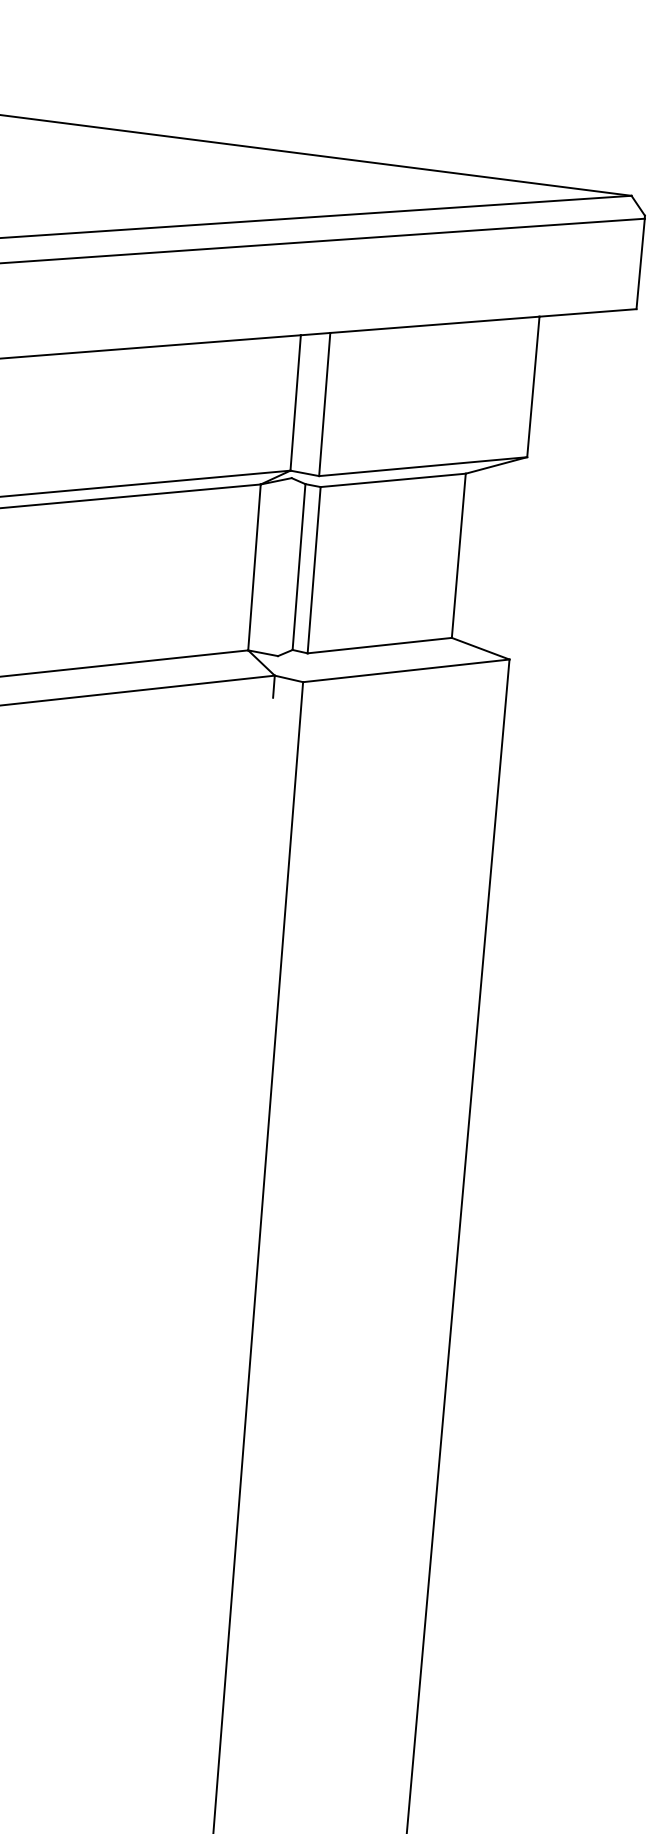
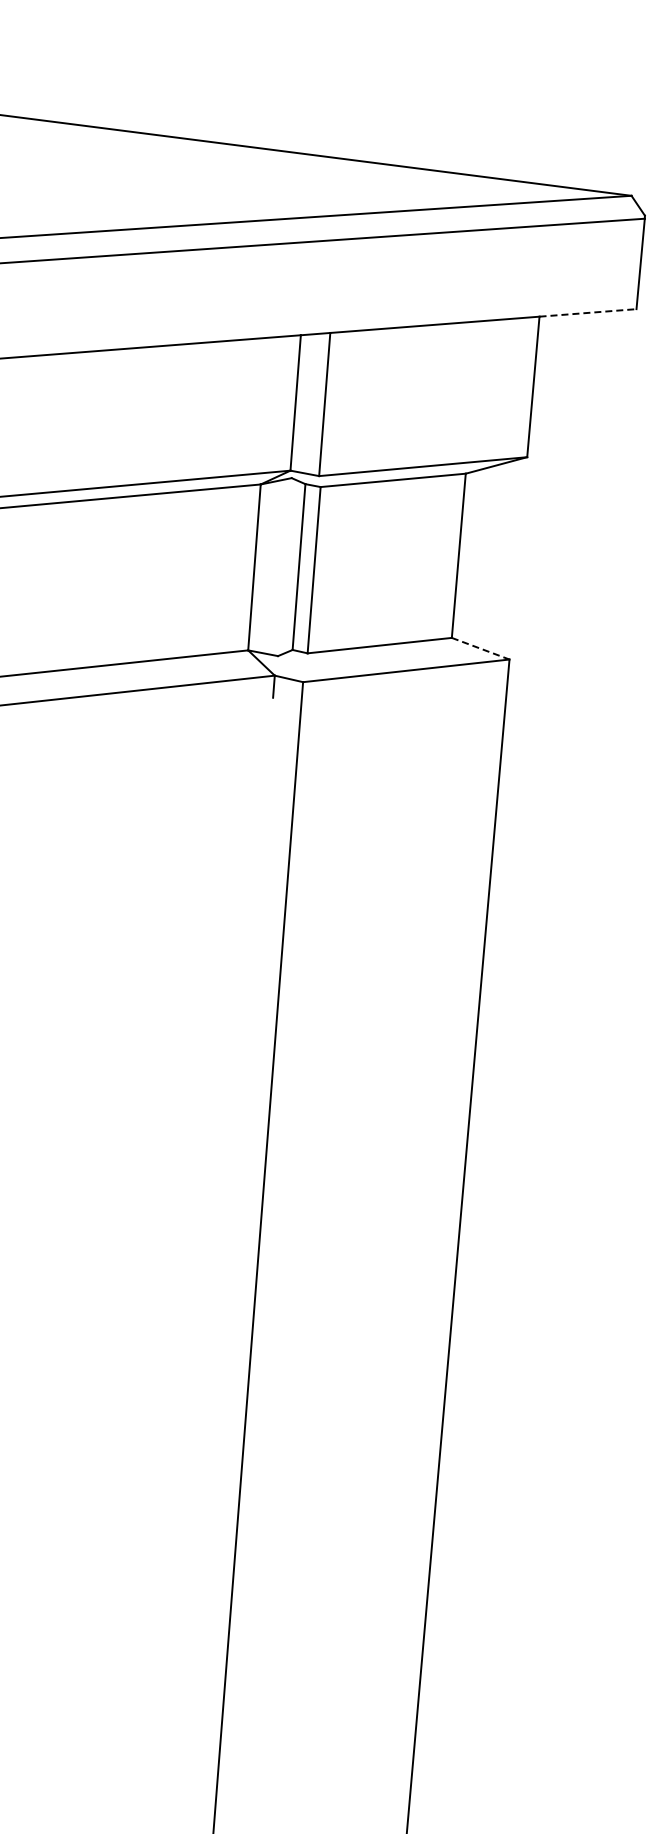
line at (588, 312): solid -> dashed
line at (480, 648): solid -> dashed
